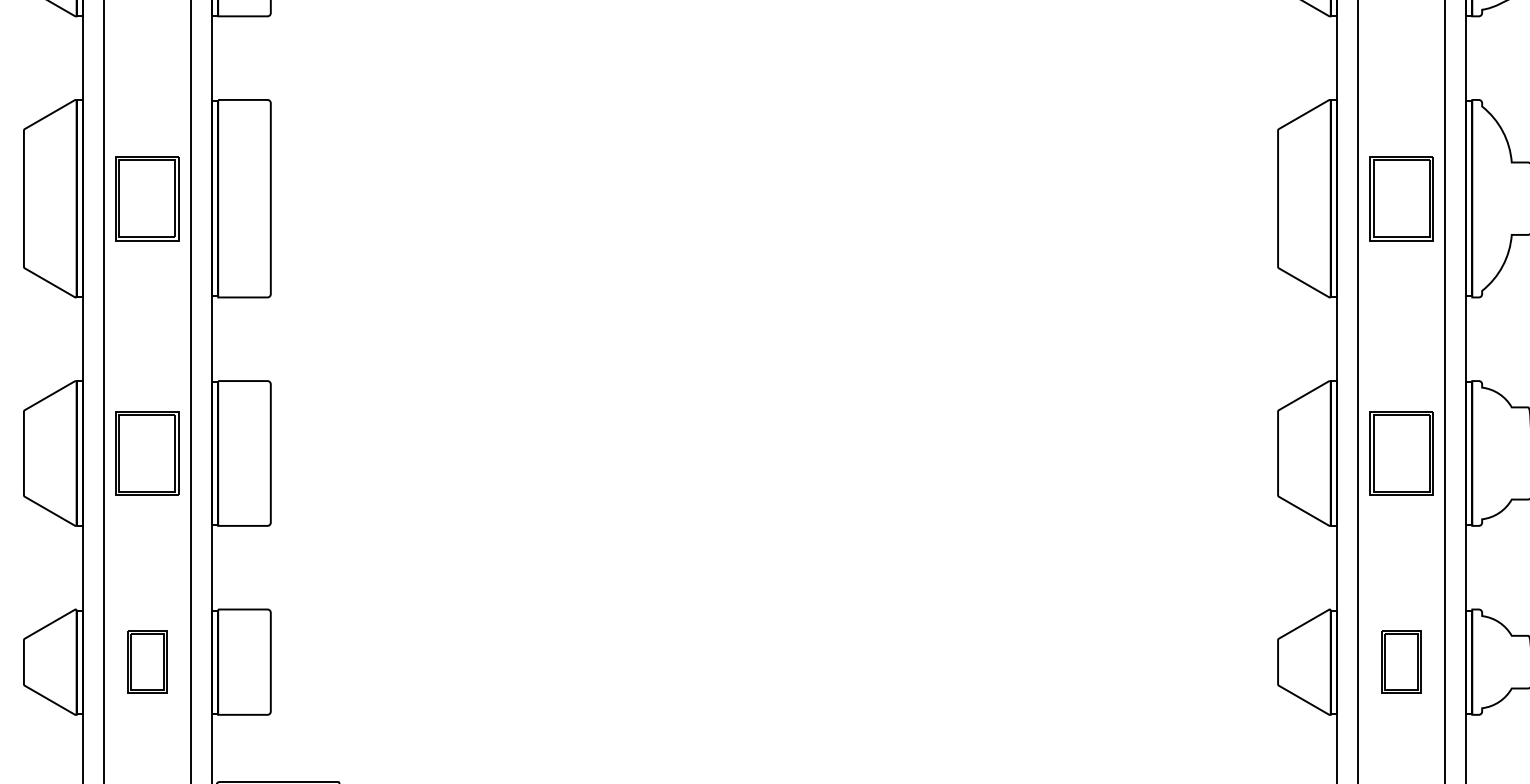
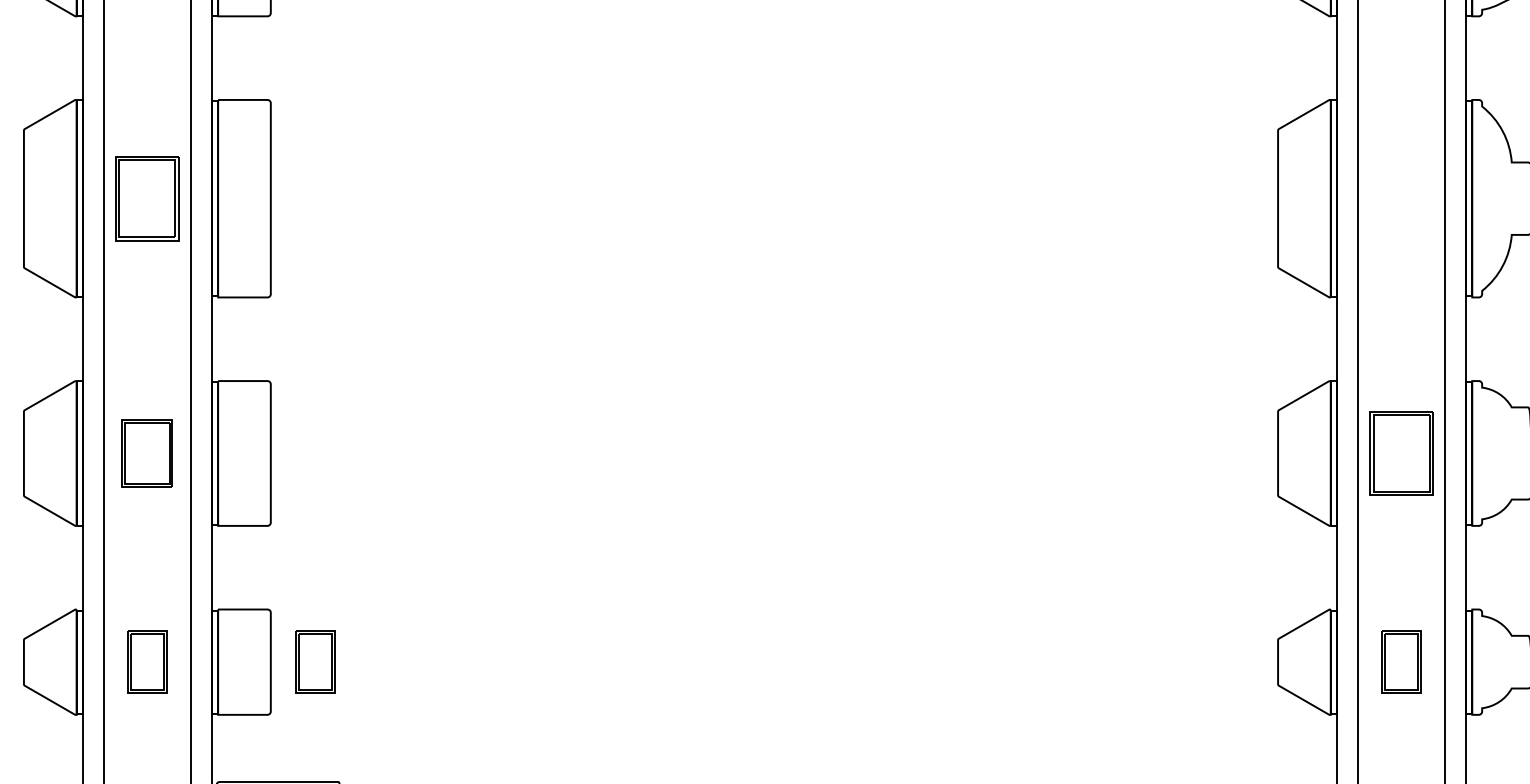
part at (1401, 198): present -> none
part at (147, 453) size: 65x85 px -> 52x69 px
part at (315, 661): none -> present
